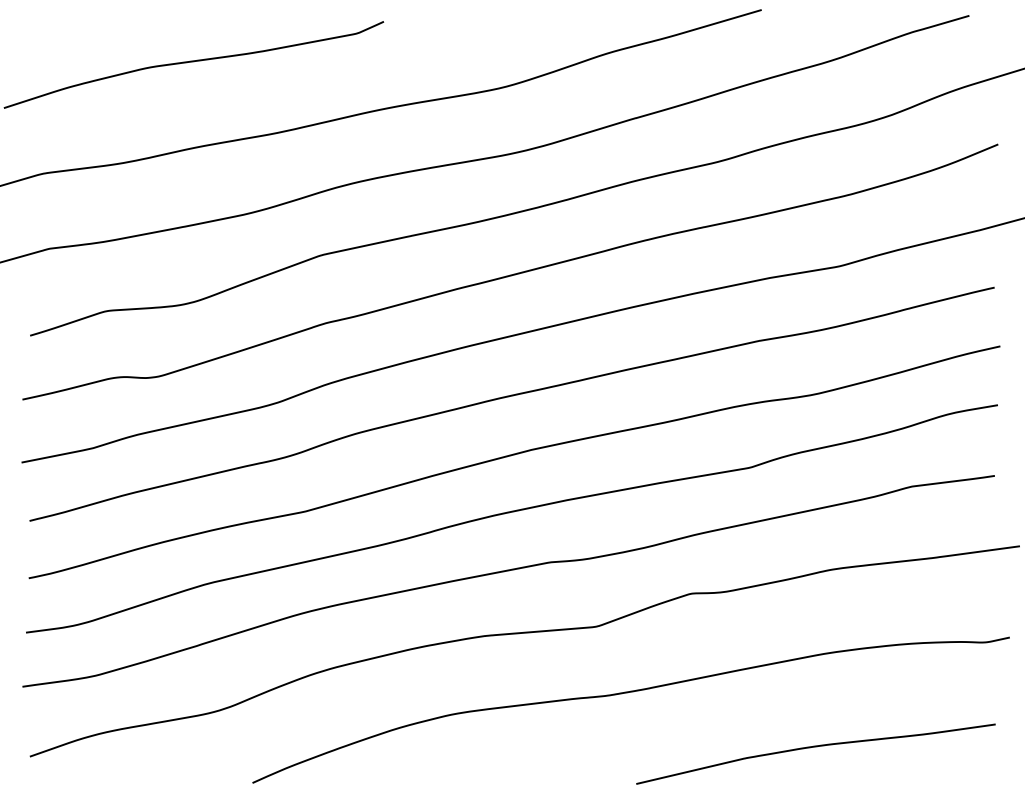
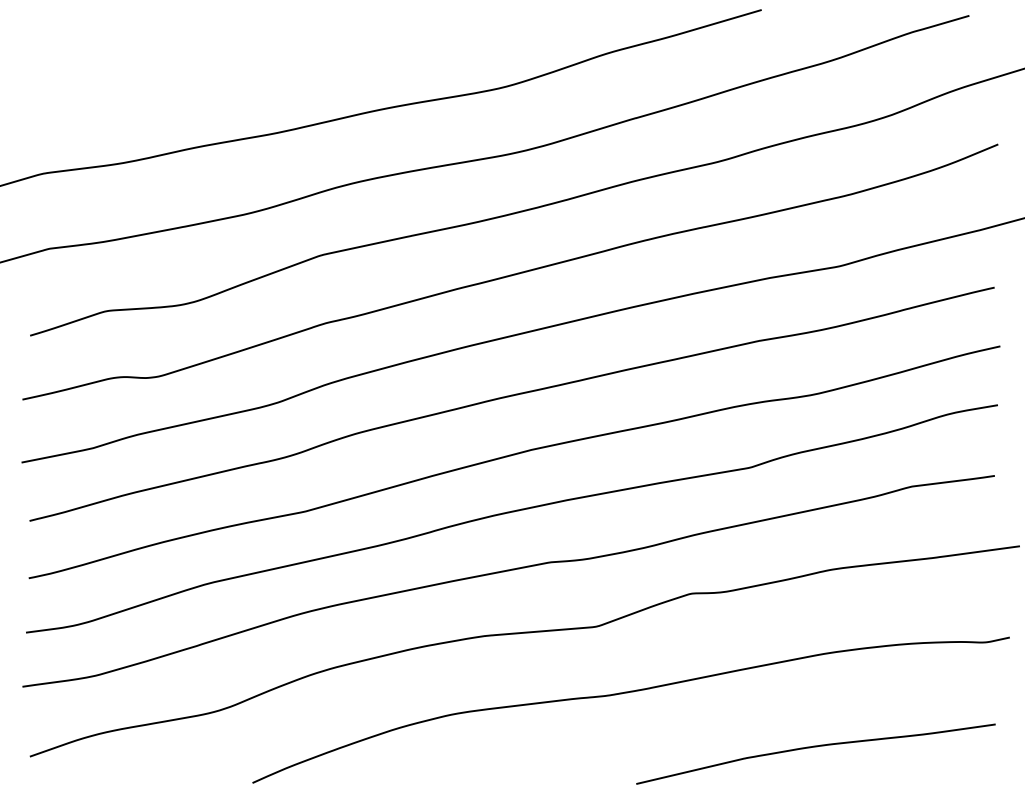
curve at (193, 62): present -> none
